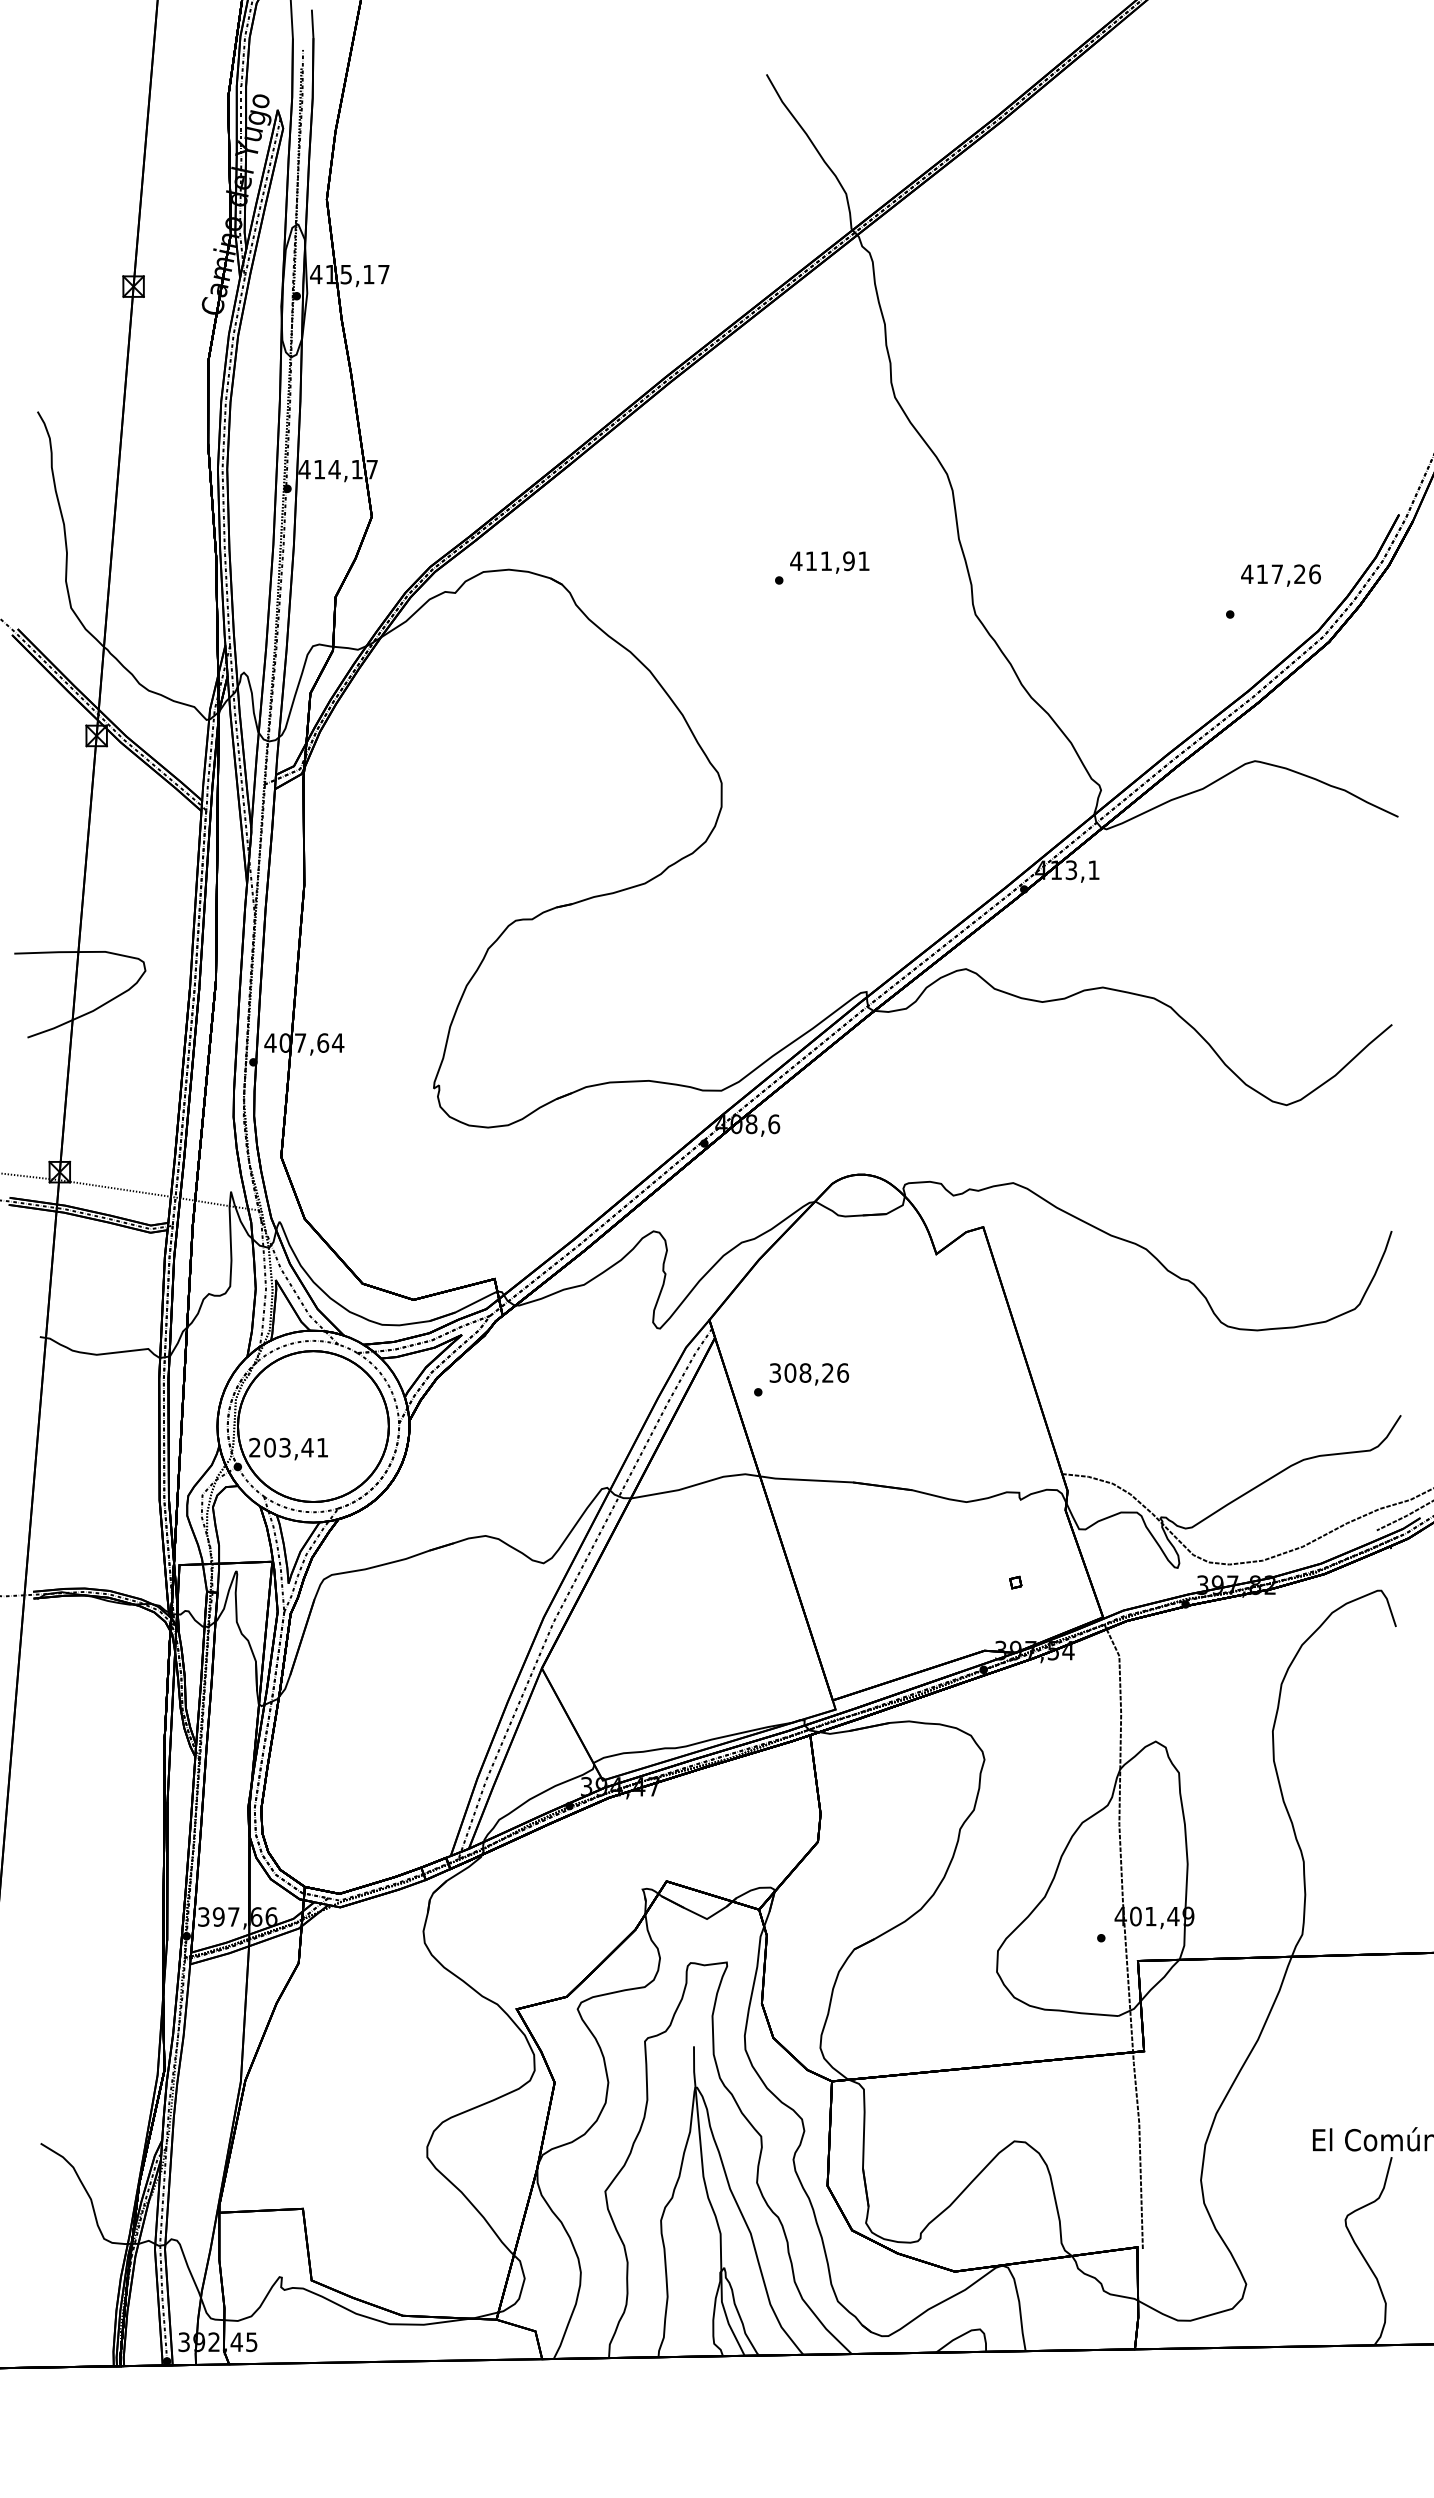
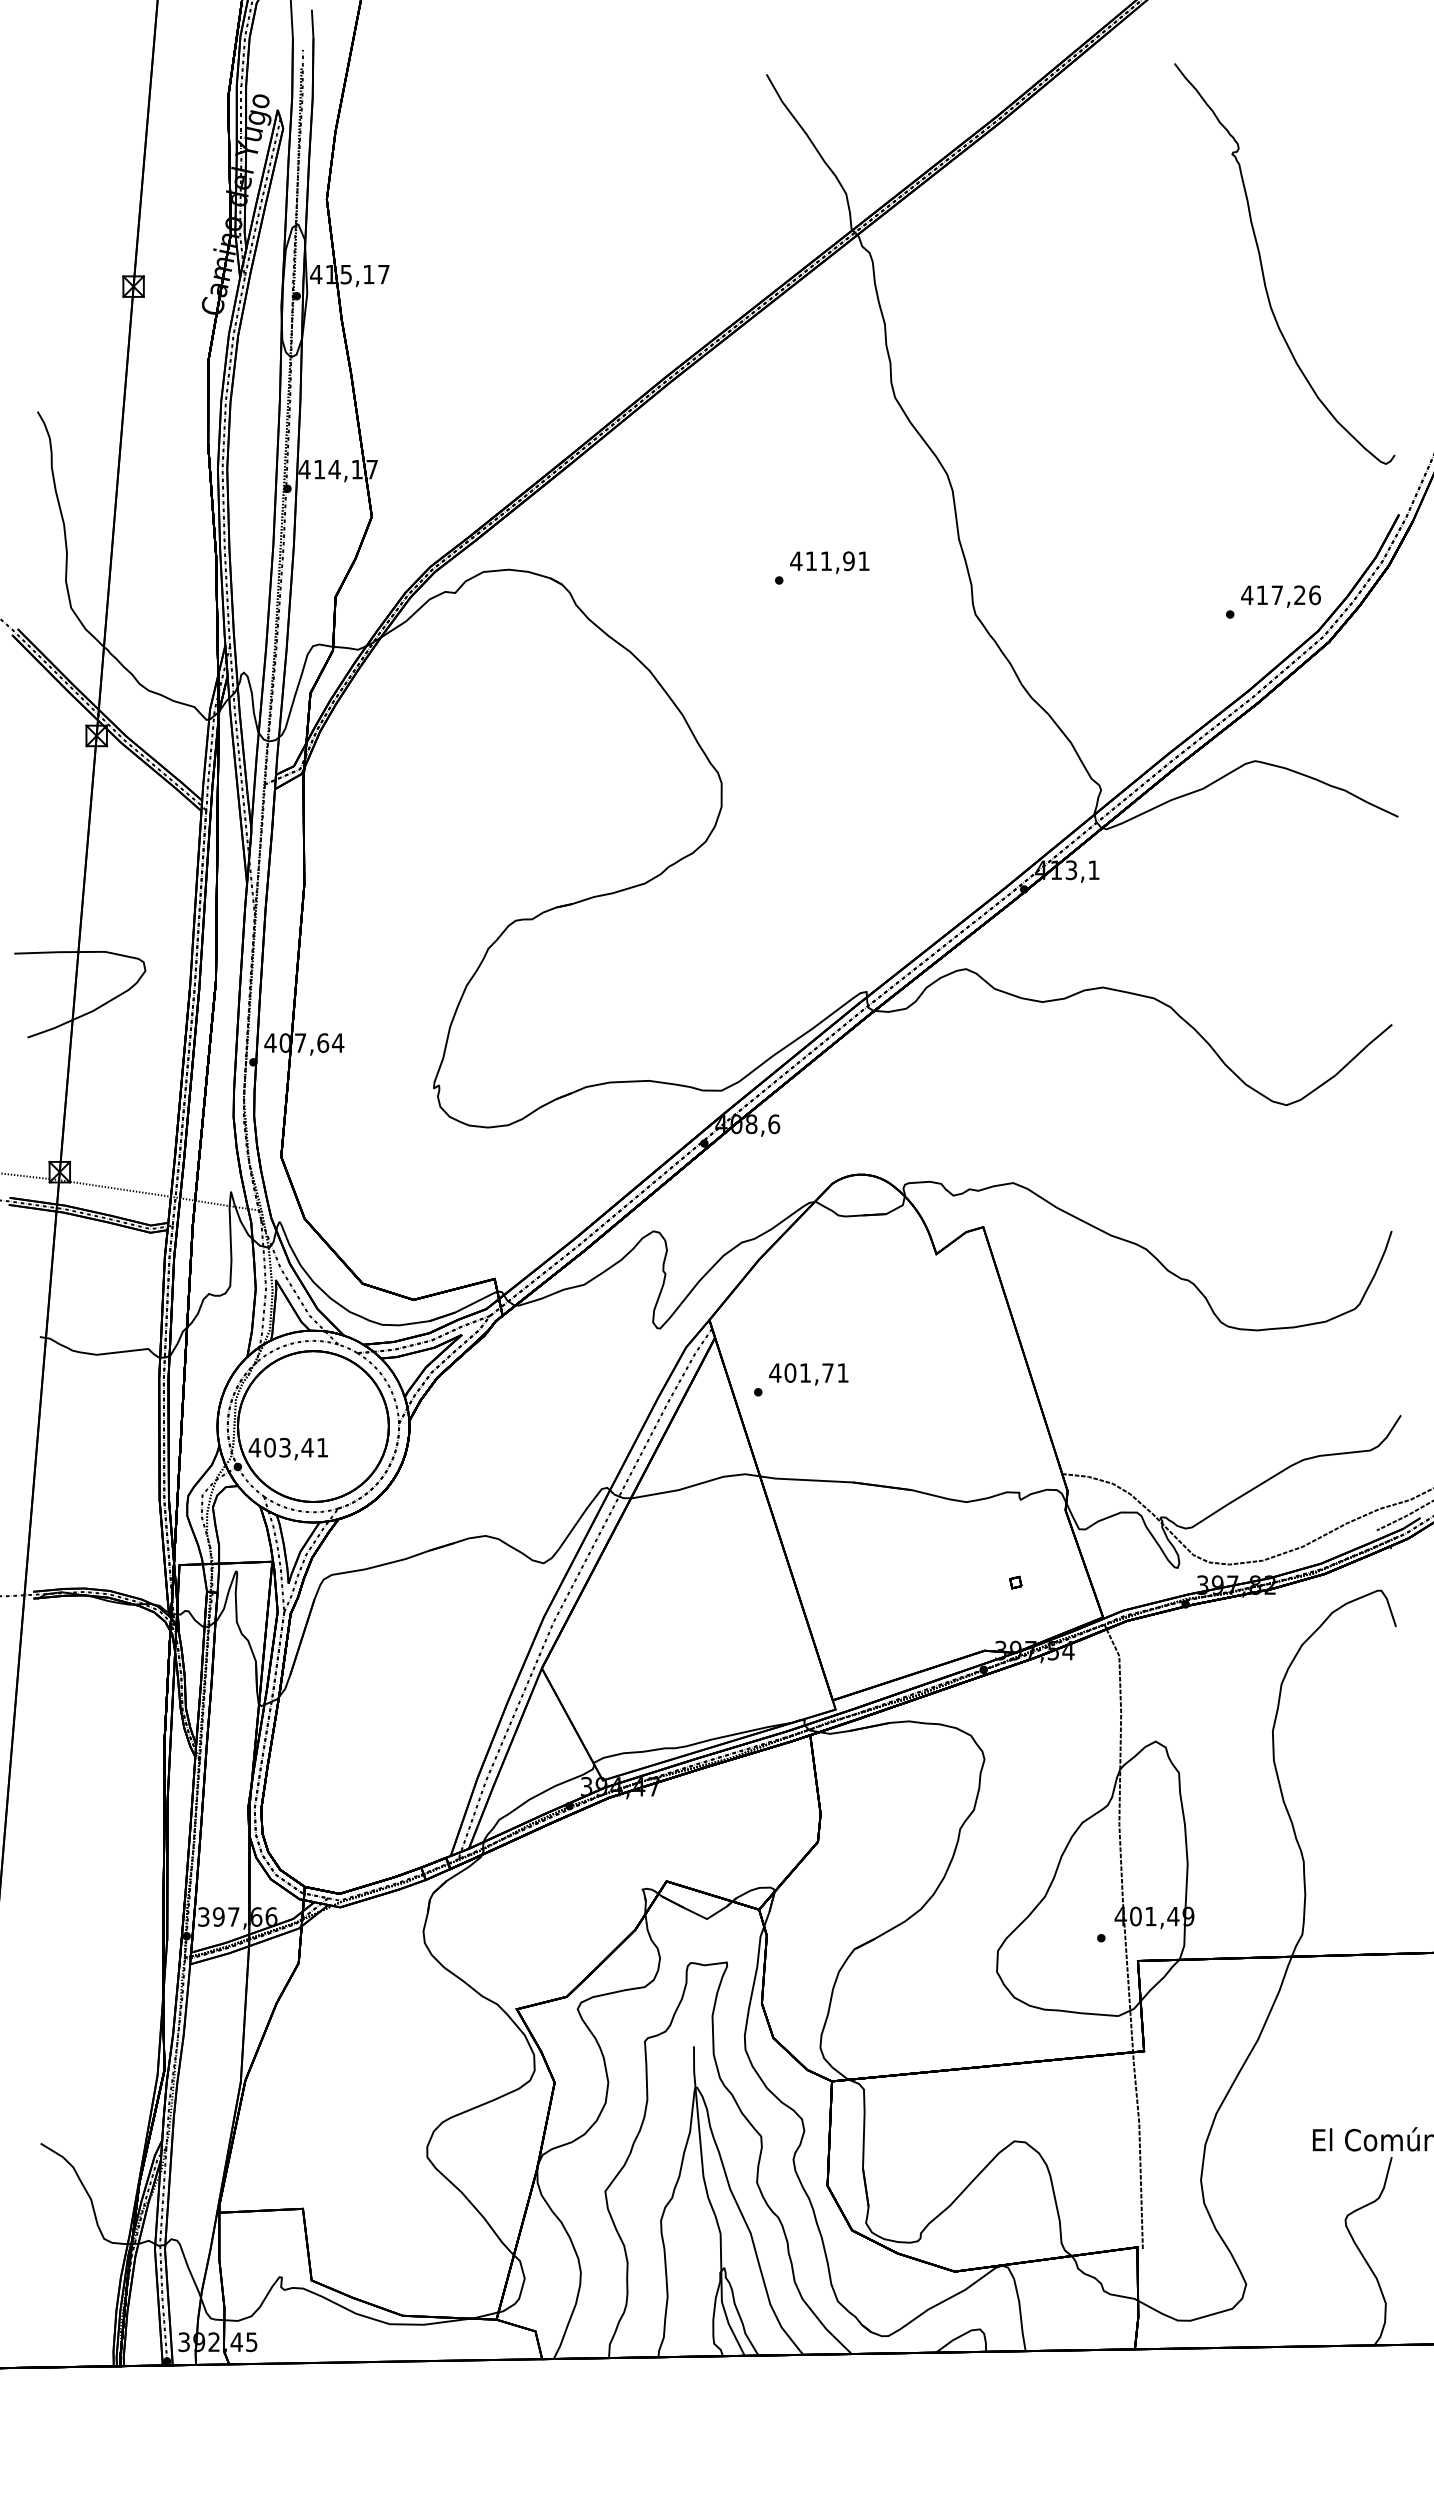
curve at (1263, 269): none -> present
text at (1280, 575) position: (1280, 575) -> (1280, 596)
text at (809, 1372): 308,26 -> 401,71
text at (254, 1447): 203,41 -> 403,41
